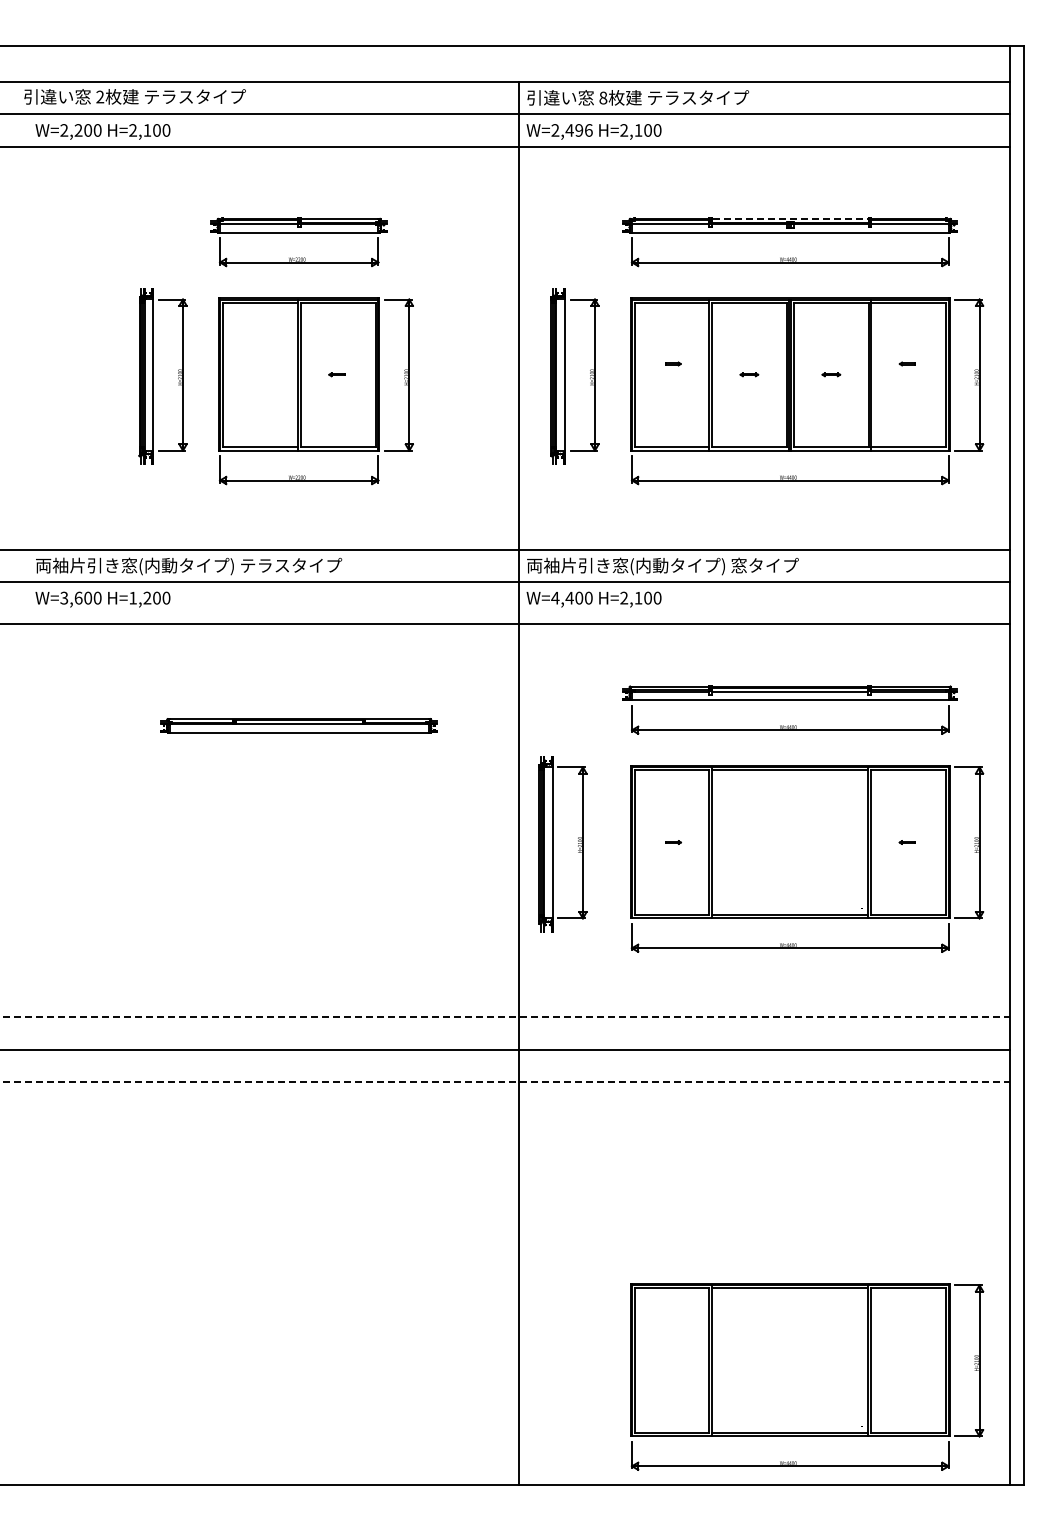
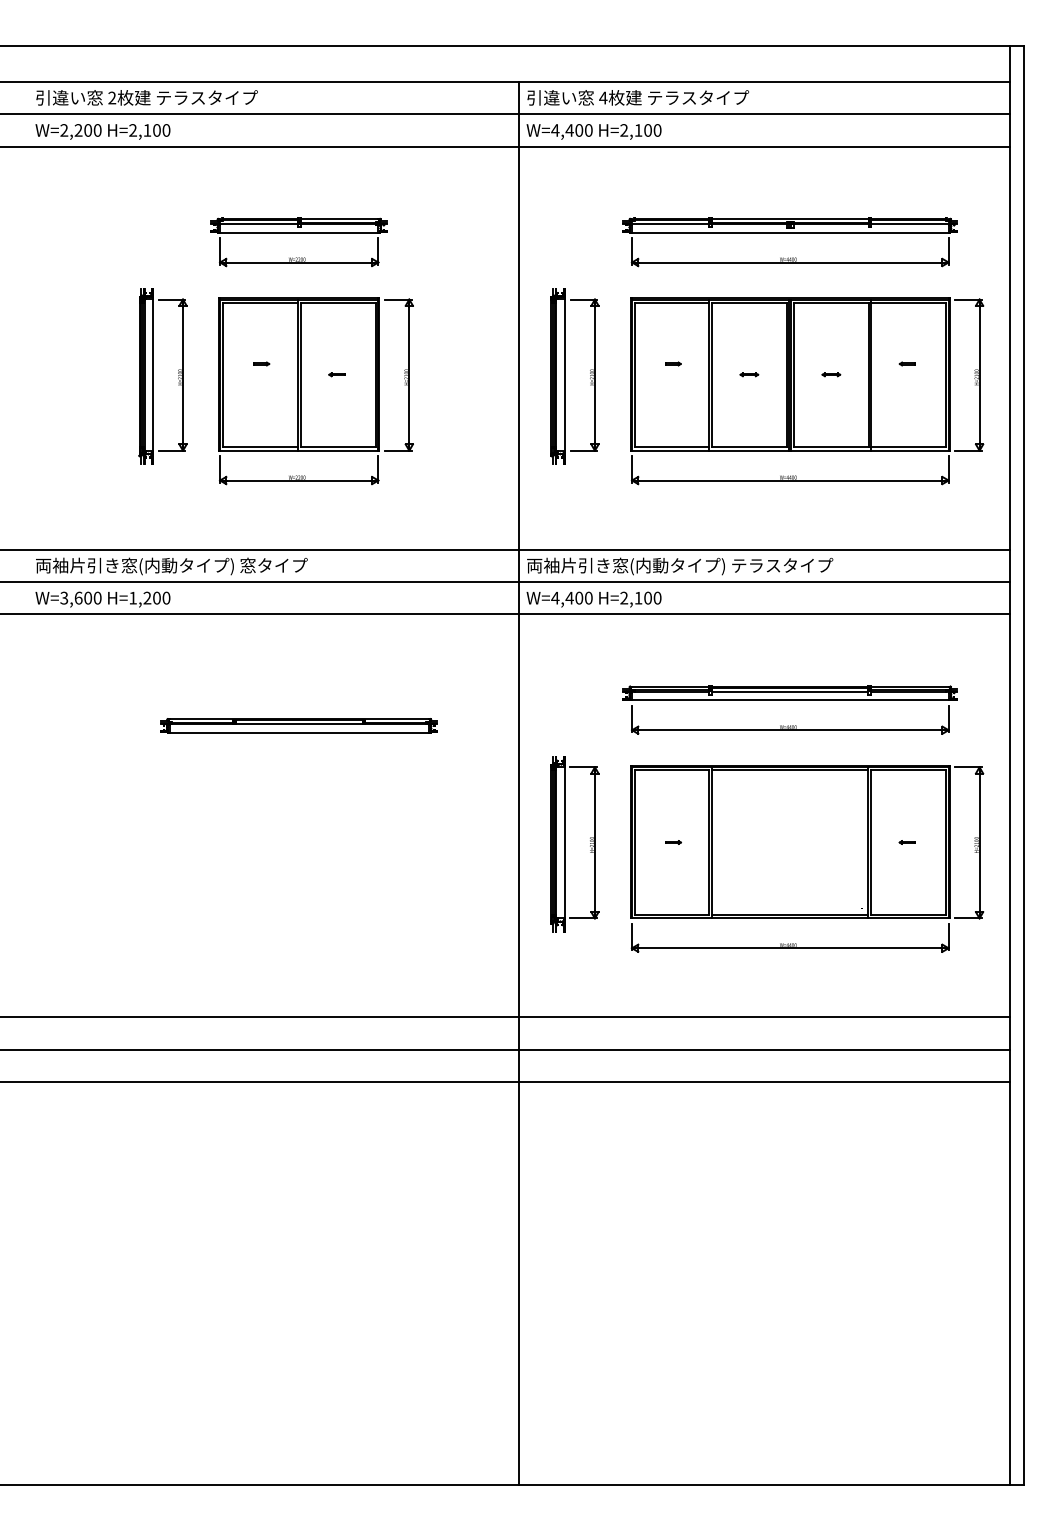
text at (134, 96) position: (134, 96) -> (146, 97)
text at (603, 97): 8 -> 4
text at (571, 130): W=2,496 -> W=4,400
line at (790, 218): dashed -> solid
part at (261, 363): none -> present
text at (291, 565): 両袖片引き窓(内動タイプ) テラスタイプ -> 両袖片引き窓(内動タイプ) 窓タイプ
text at (782, 565): 両袖片引き窓(内動タイプ) 窓タイプ -> 両袖片引き窓(内動タイプ) テラスタイプ
line at (506, 624) position: (506, 624) -> (506, 614)
part at (553, 844) position: (553, 844) -> (565, 844)
line at (505, 1017): dashed -> solid
line at (505, 1082): dashed -> solid
part at (807, 1376): present -> none
